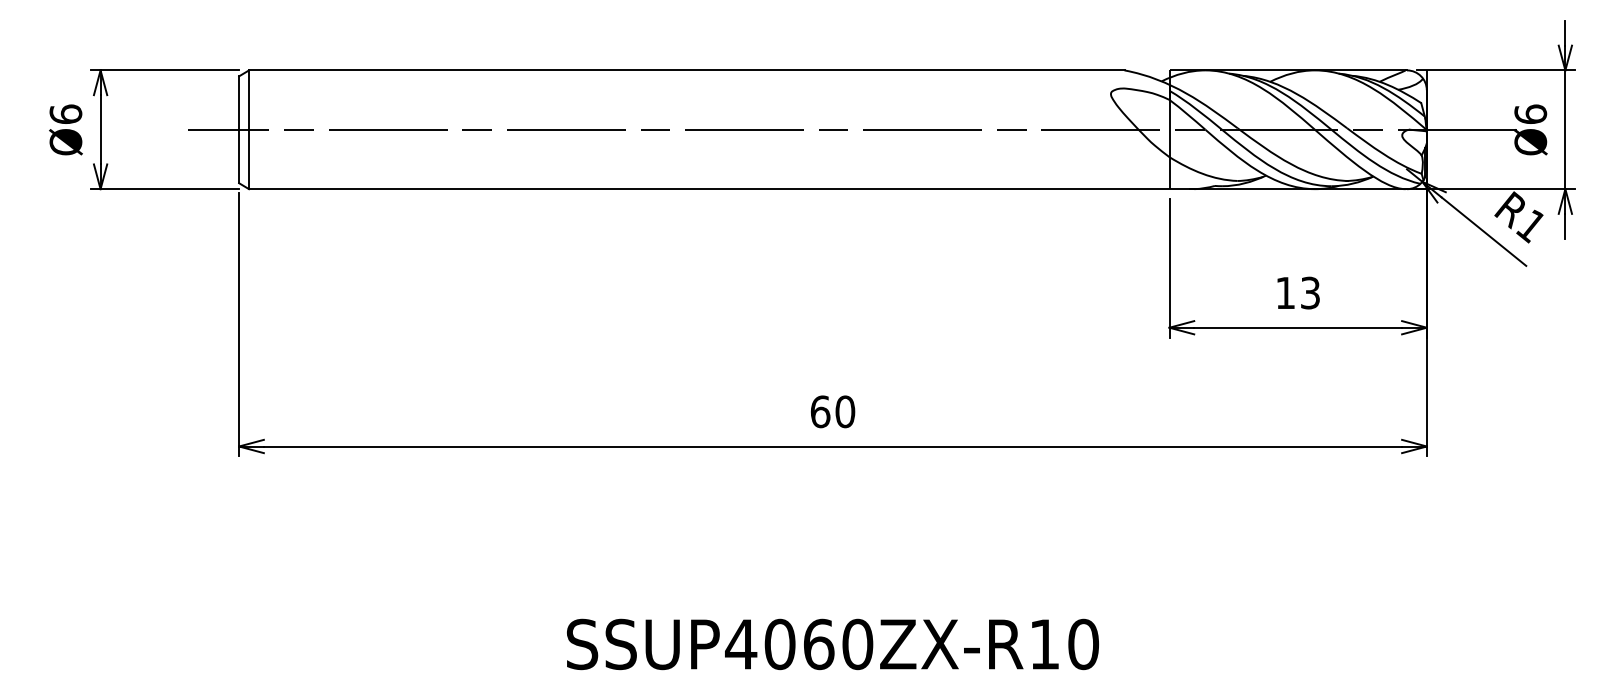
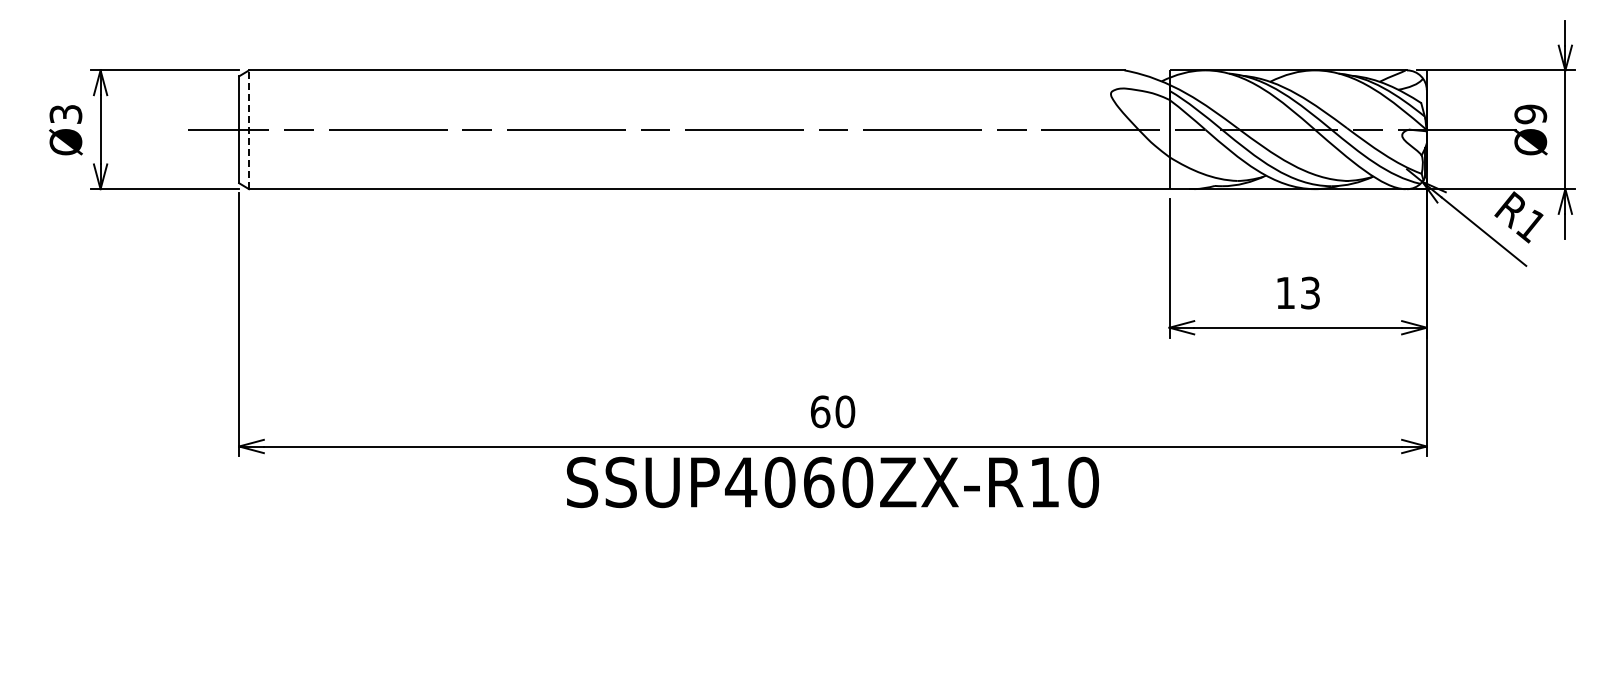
text at (65, 113): Ø6 -> Ø3
text at (1530, 114): Ø6 -> Ø9
line at (249, 129): solid -> dashed
text at (832, 644) position: (832, 644) -> (832, 482)
